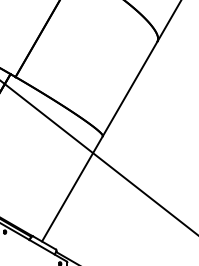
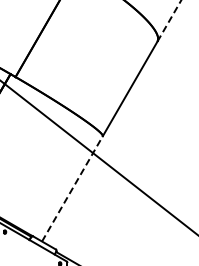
line at (169, 21): solid -> dashed
line at (72, 188): solid -> dashed
